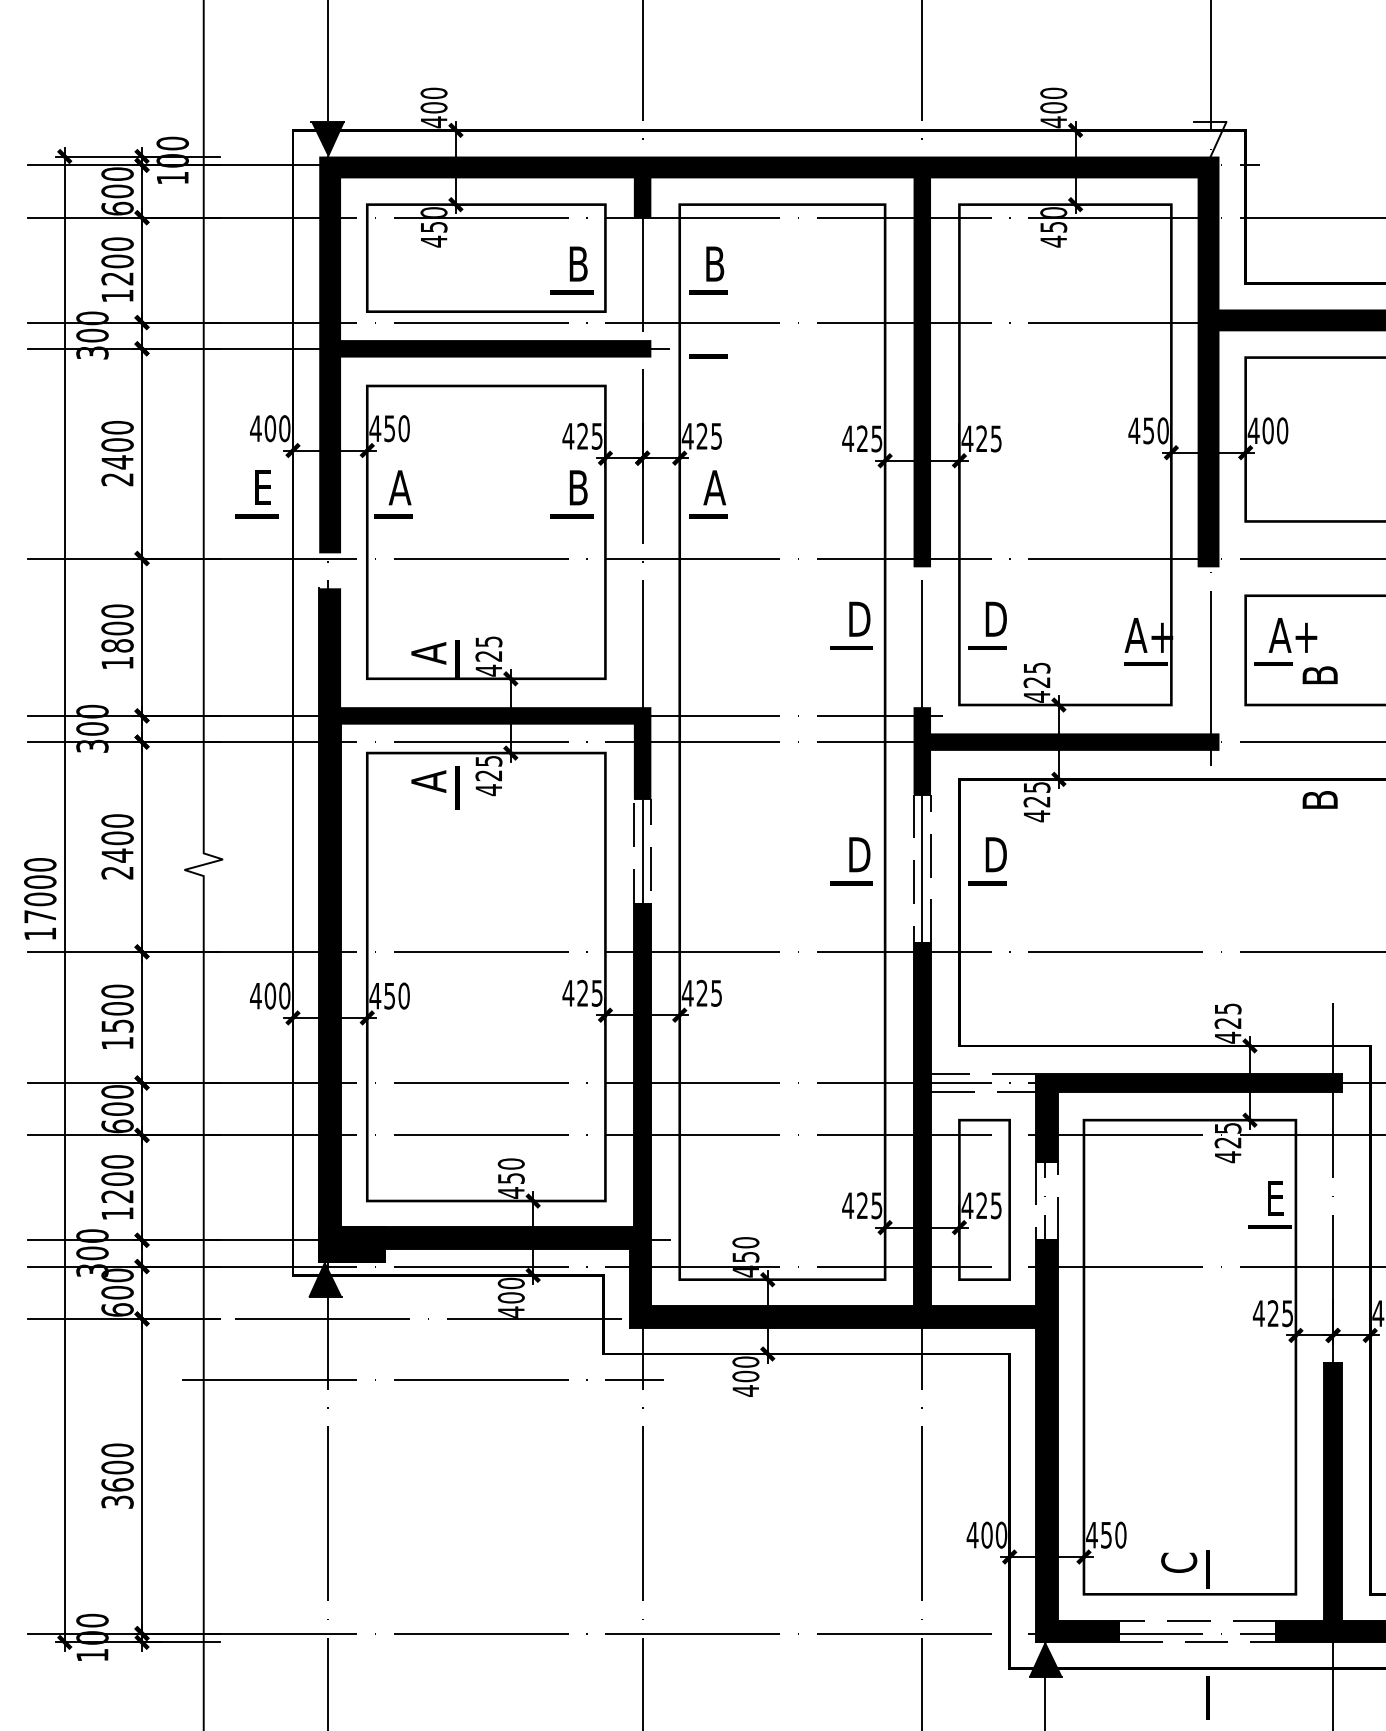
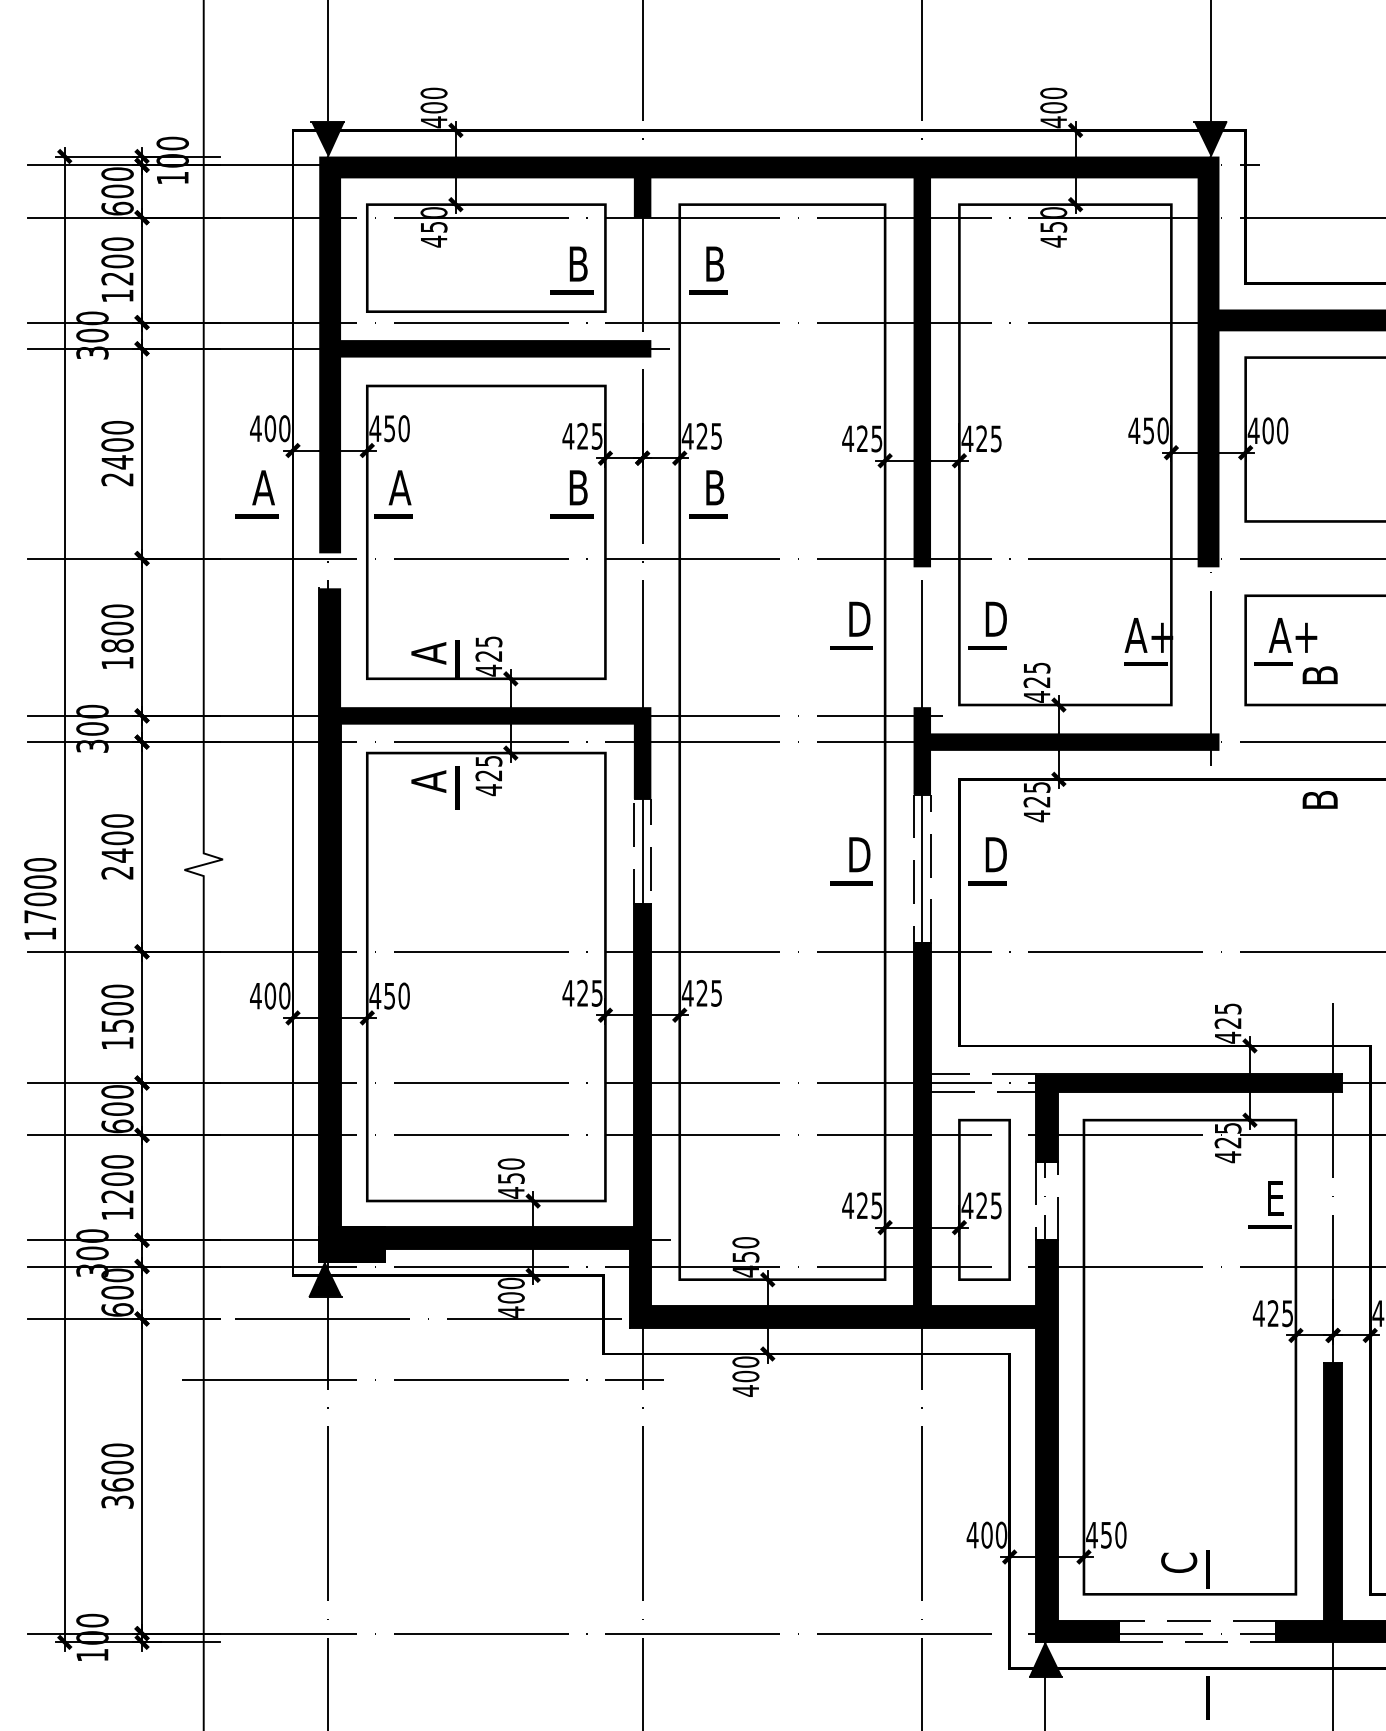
fill at (1210, 139): none -> present
line at (708, 356): present -> none
text at (263, 487): E -> A
text at (714, 487): A -> B
